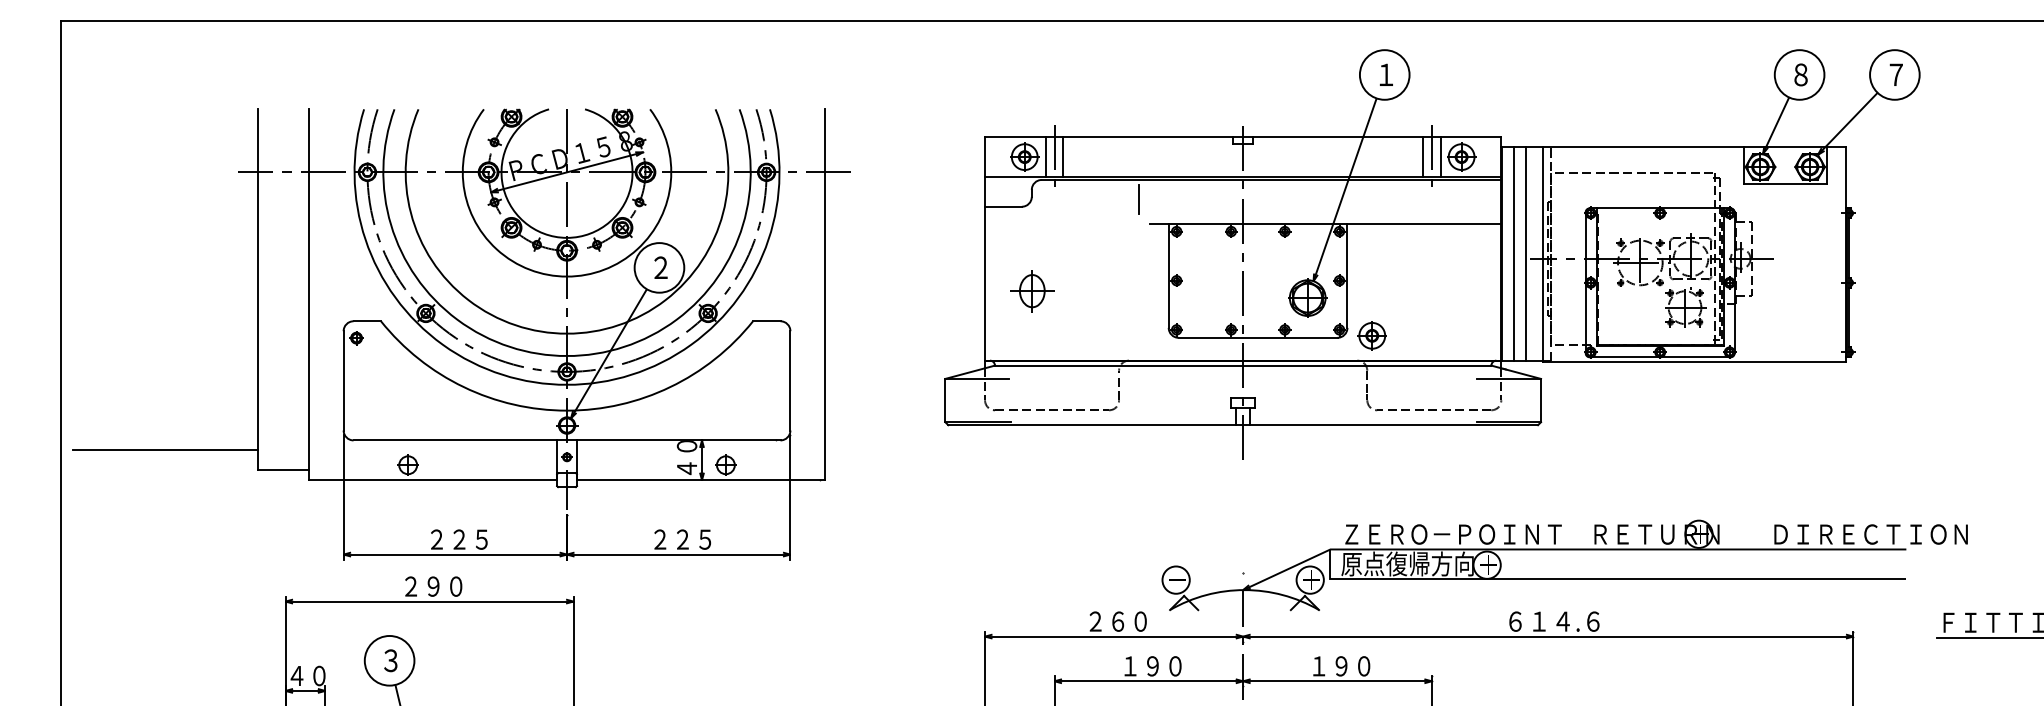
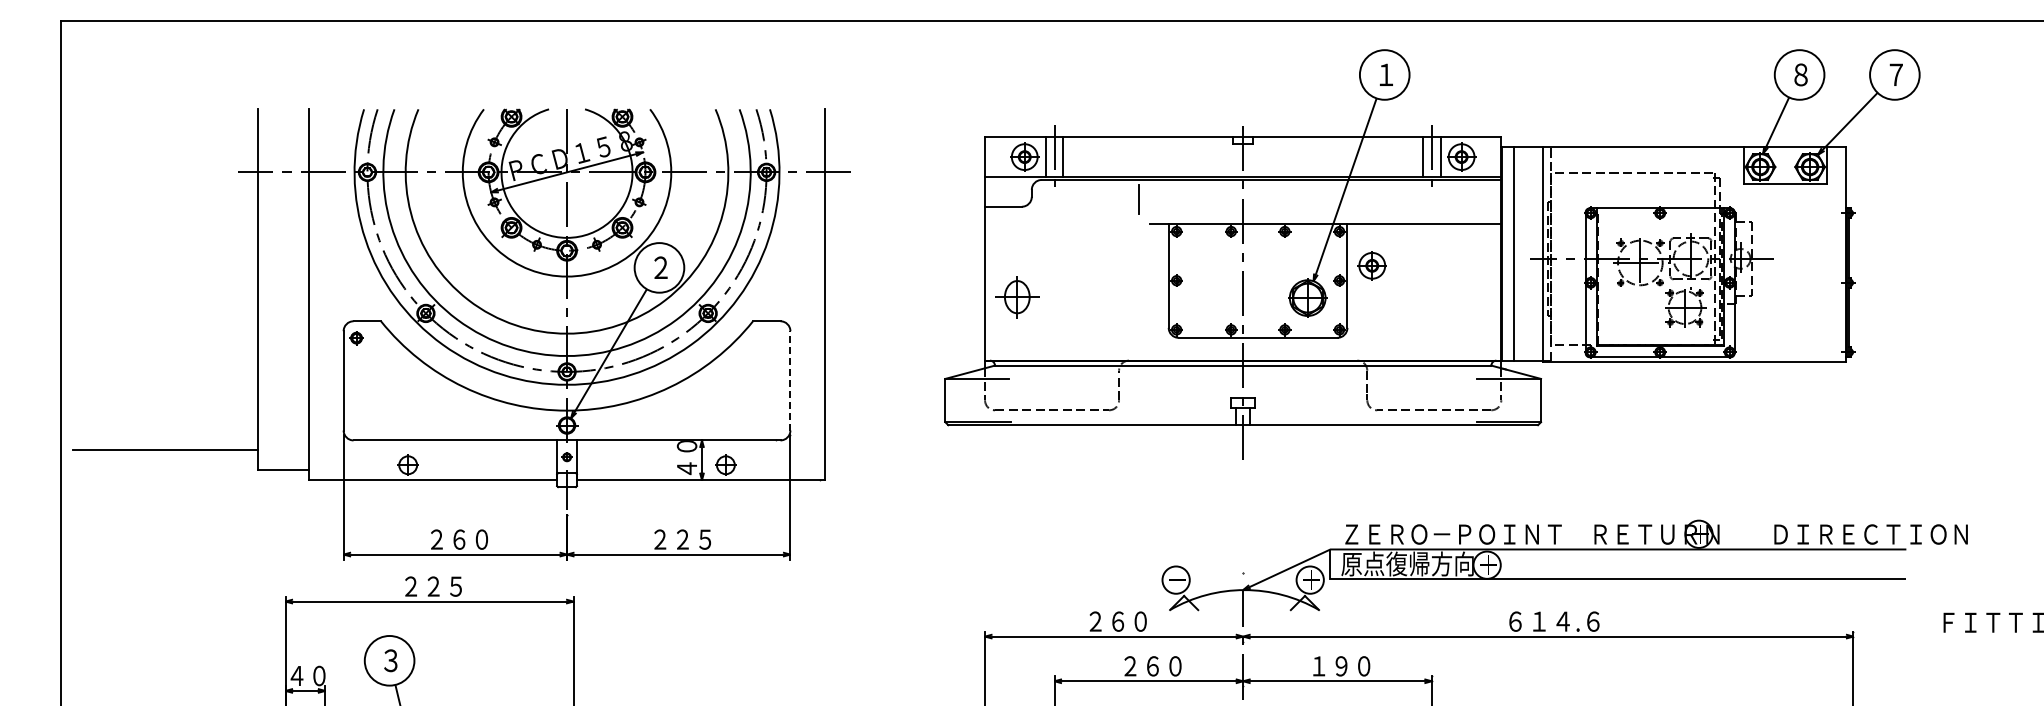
line at (1526, 253): present -> none
part at (1032, 291) position: (1032, 291) -> (1017, 297)
part at (1371, 335) position: (1371, 335) -> (1371, 265)
line at (790, 380): solid -> dashed
text at (470, 539): ２２５ -> ２６０
text at (444, 586): ２９０ -> ２２５
line at (1988, 637): present -> none
text at (1141, 666): １９０ -> ２６０
